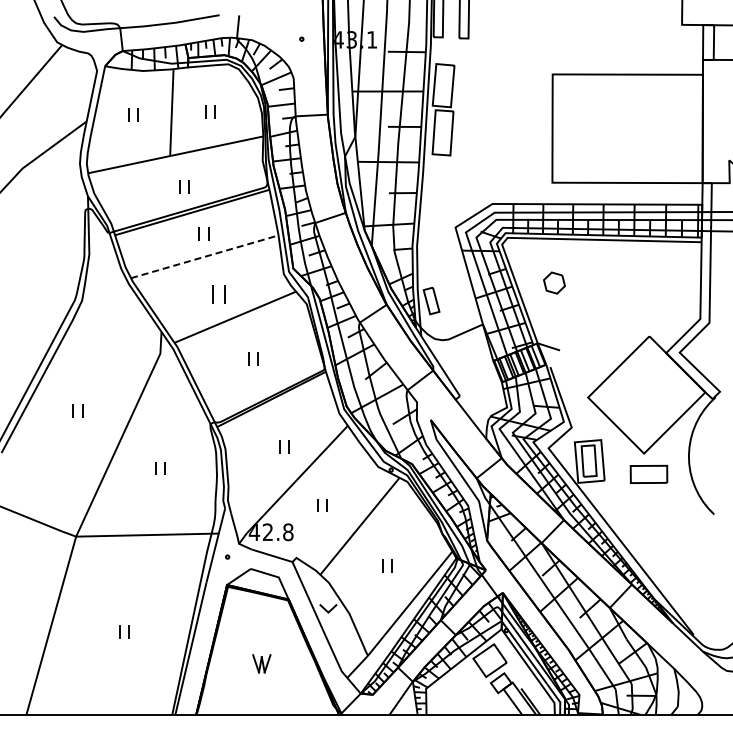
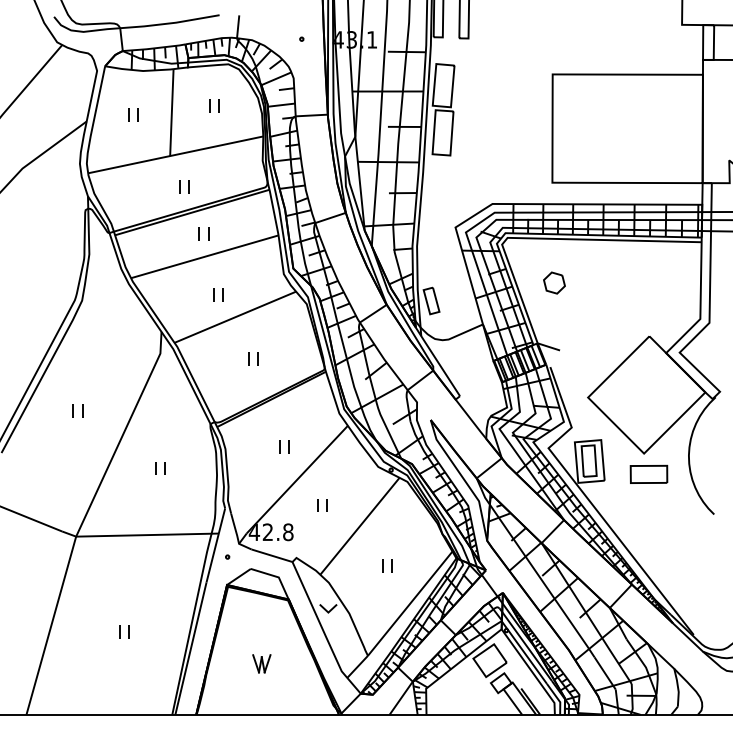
part at (210, 111) position: (210, 111) -> (214, 105)
line at (204, 256): dashed -> solid
part at (218, 294) size: 14x19 px -> 11x14 px
